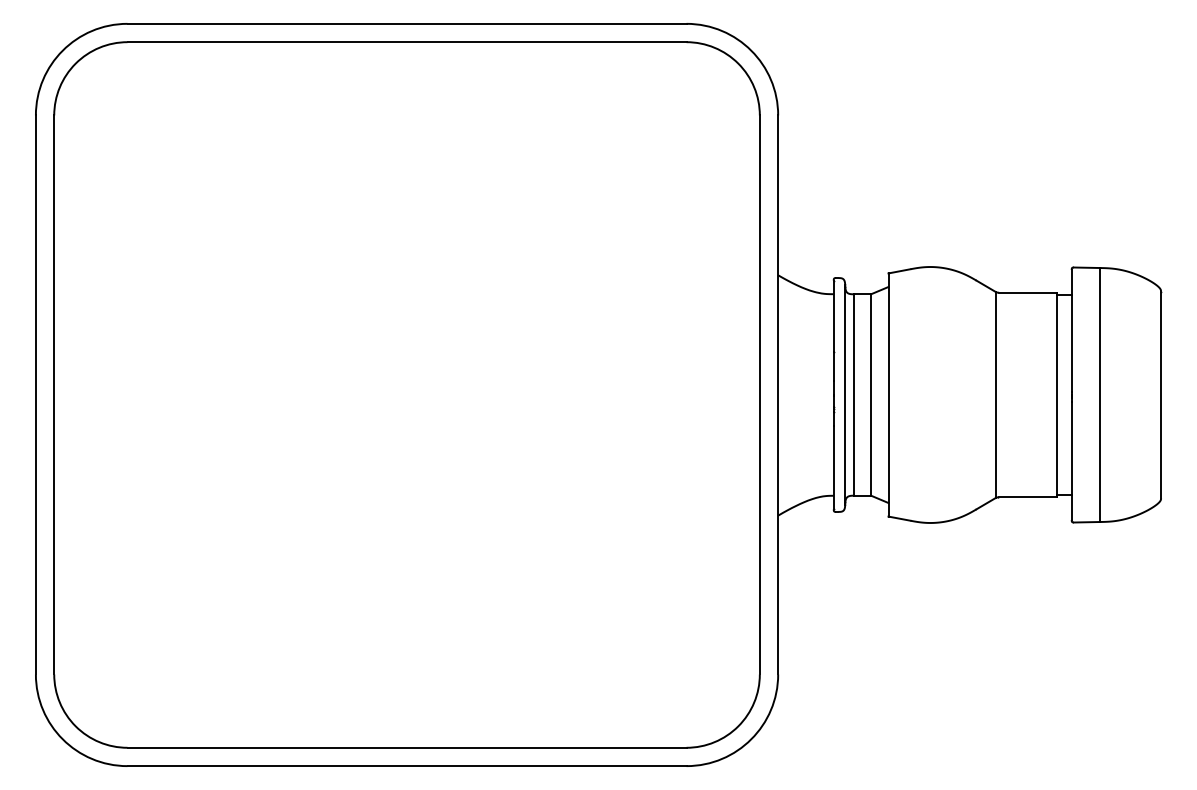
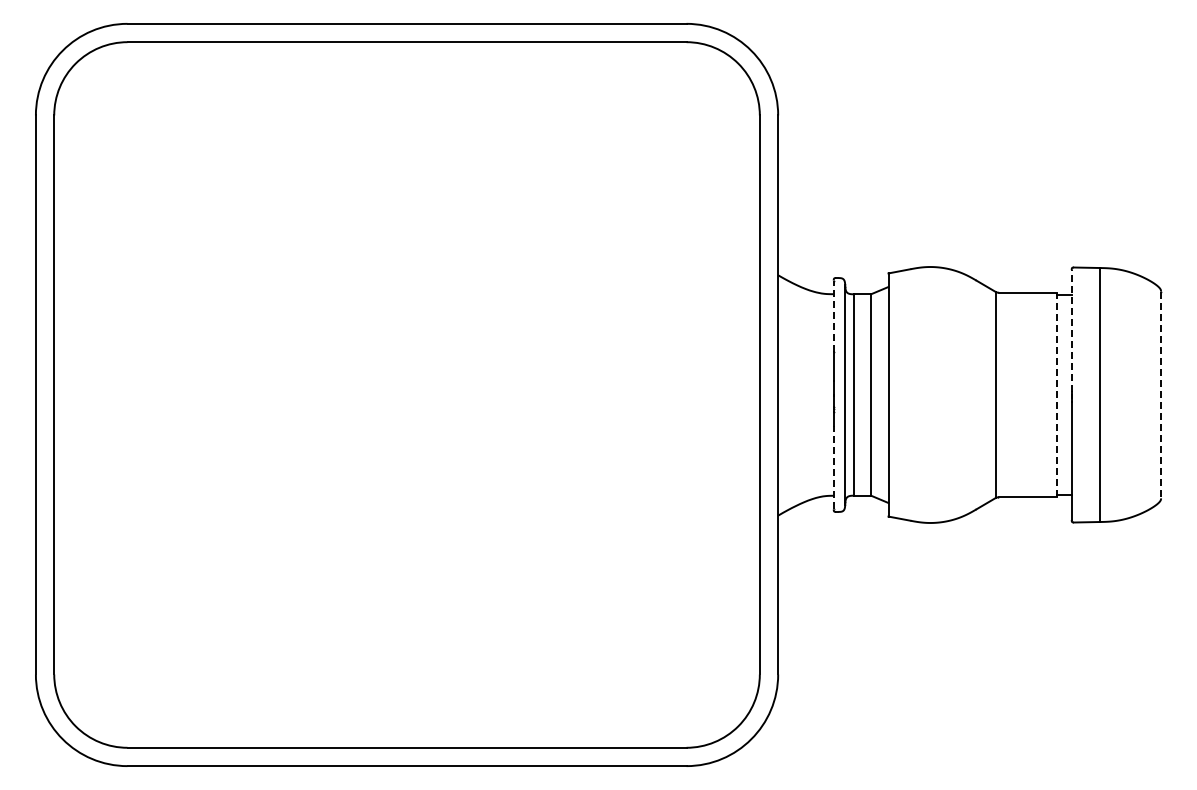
line at (833, 316): solid -> dashed
line at (1071, 330): solid -> dashed
line at (1057, 394): solid -> dashed
line at (1161, 395): solid -> dashed
line at (833, 467): solid -> dashed
